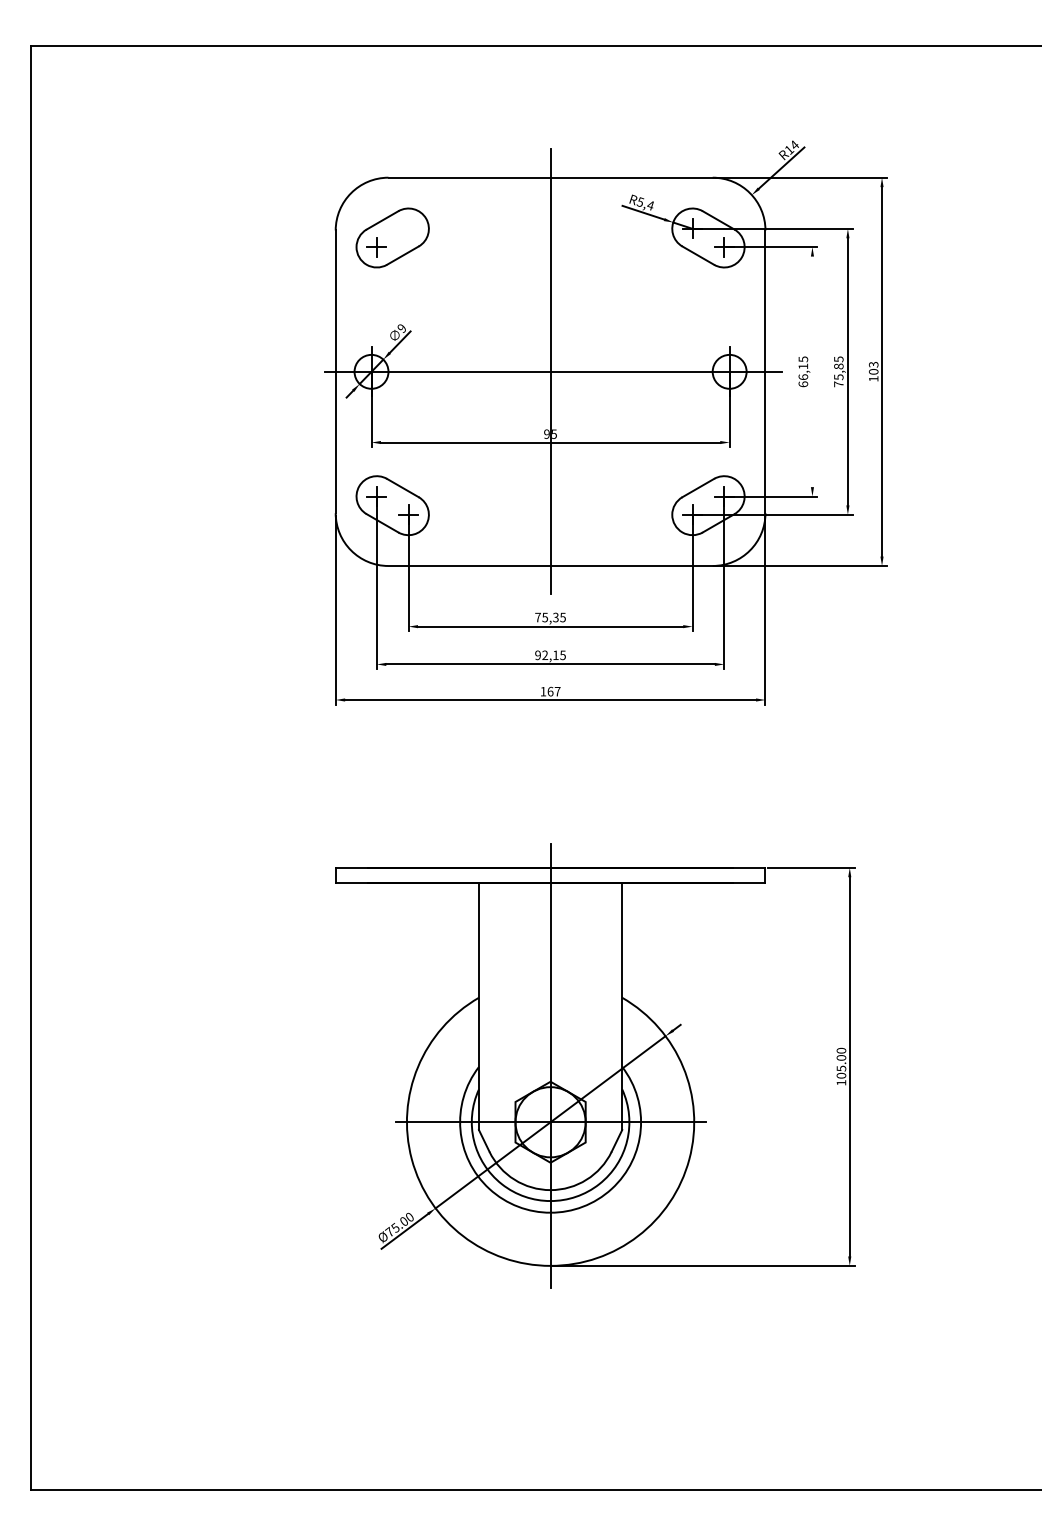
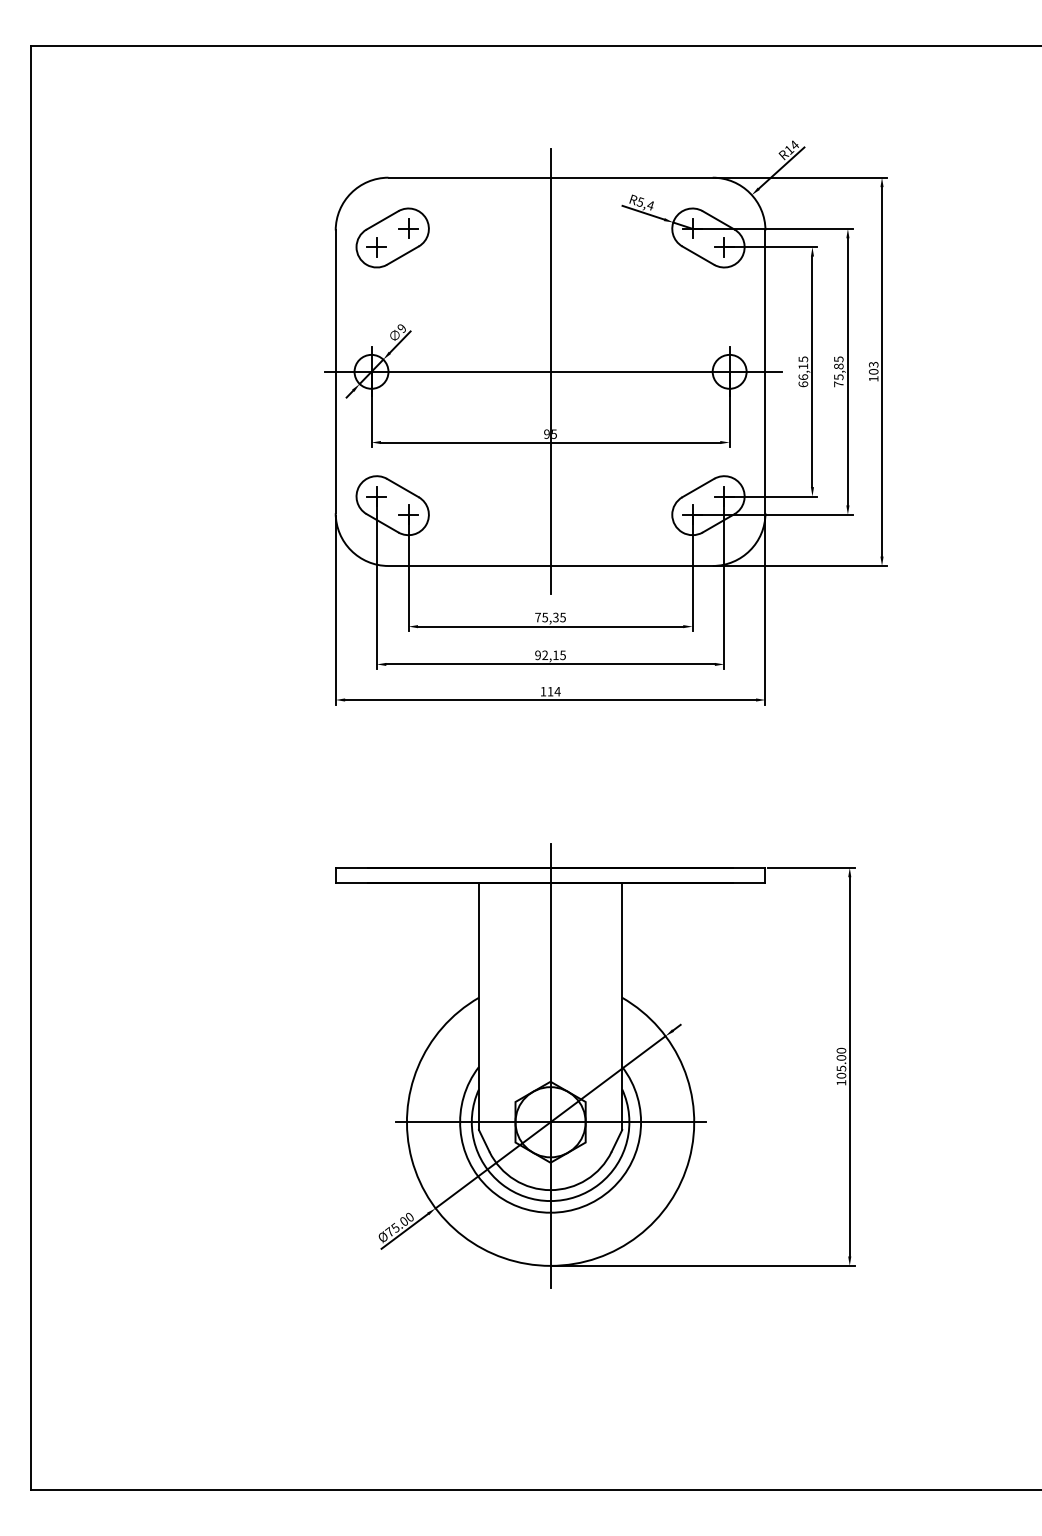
part at (408, 228): none -> present
line at (812, 371): none -> present
text at (553, 691): 167 -> 114
